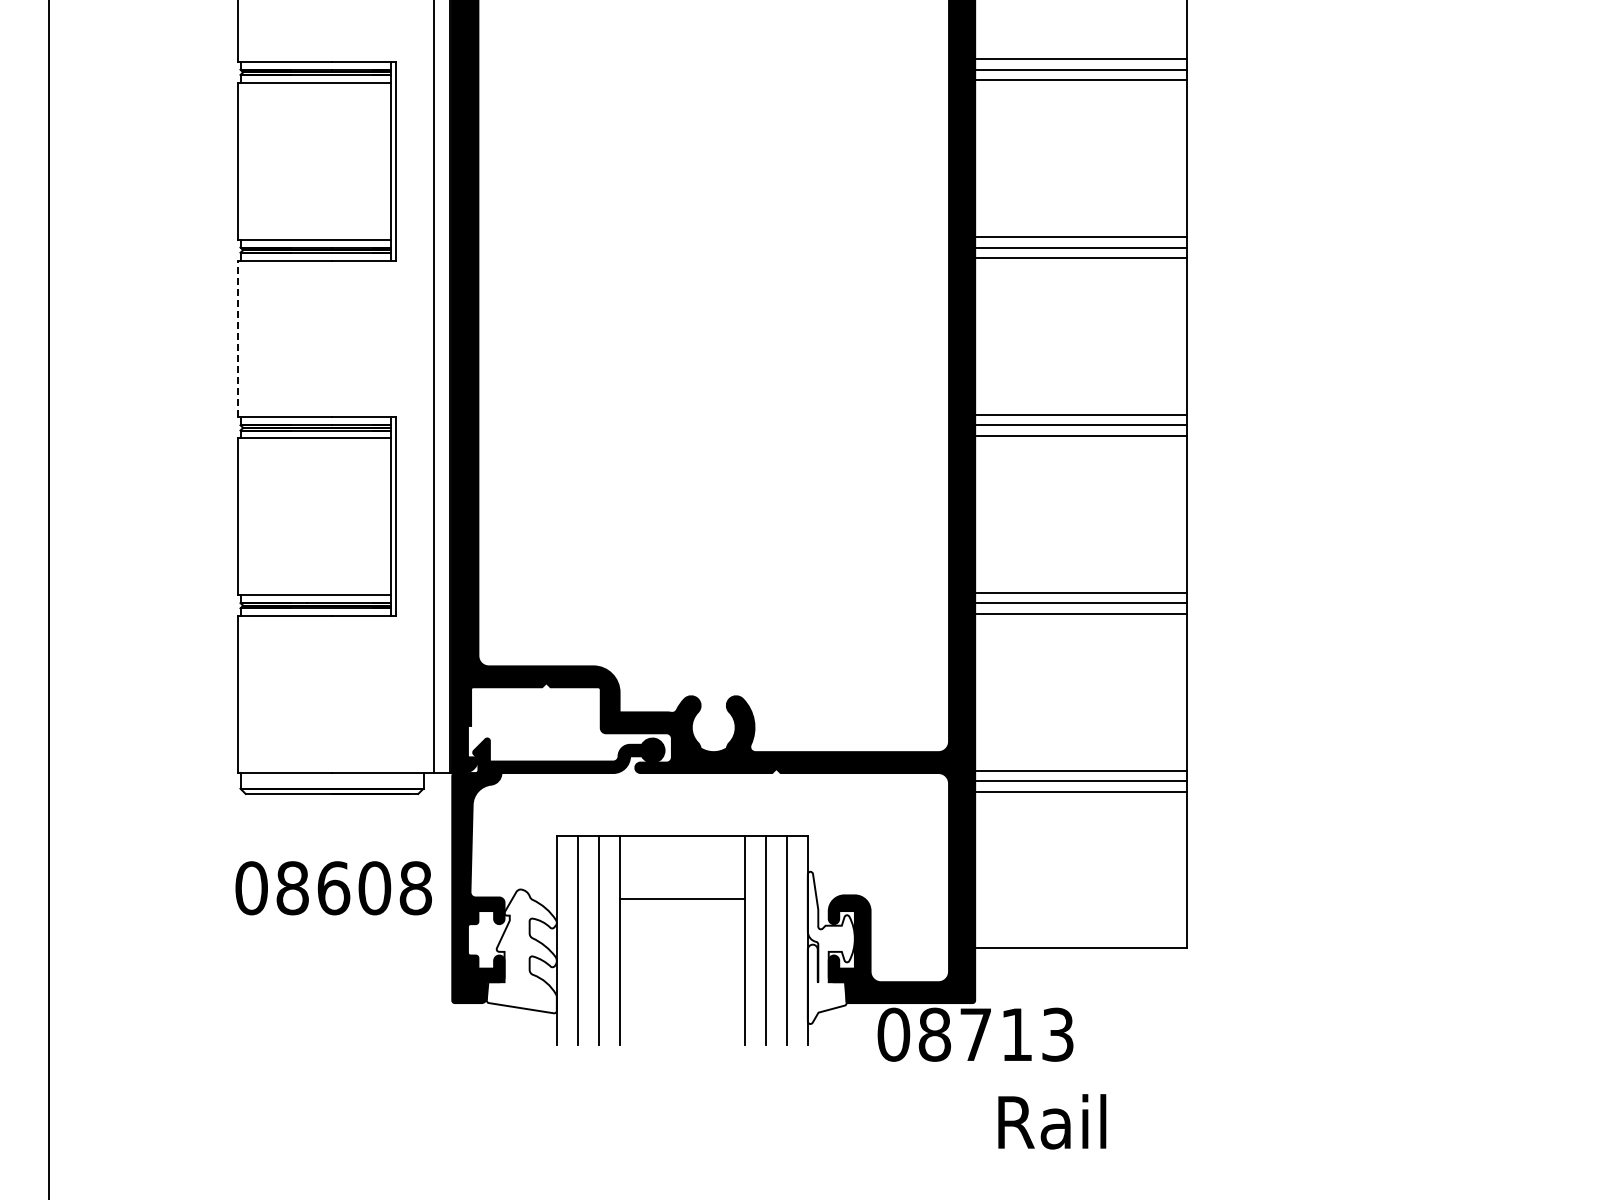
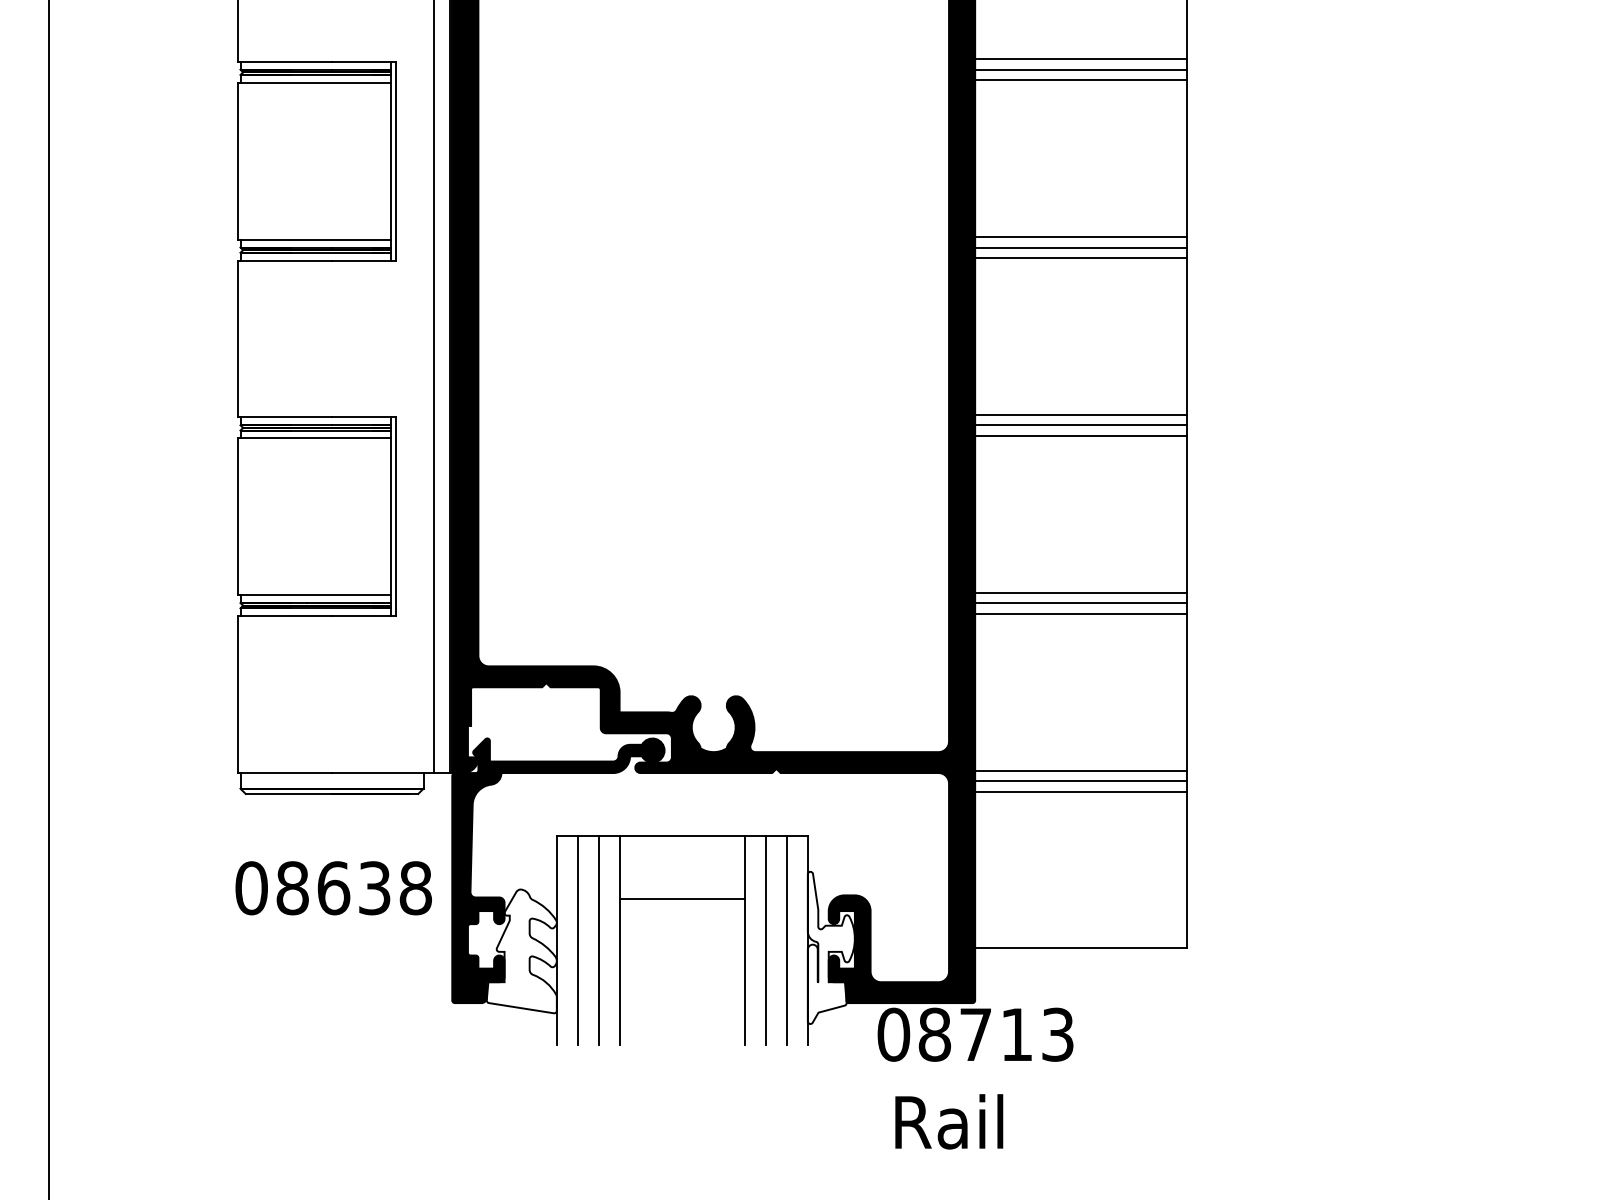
line at (237, 338): dashed -> solid
text at (374, 888): 08608 -> 08638
text at (1052, 1121) position: (1052, 1121) -> (949, 1121)
